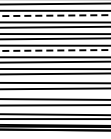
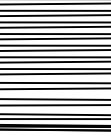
line at (55, 15): dashed -> solid
line at (55, 50): dashed -> solid
